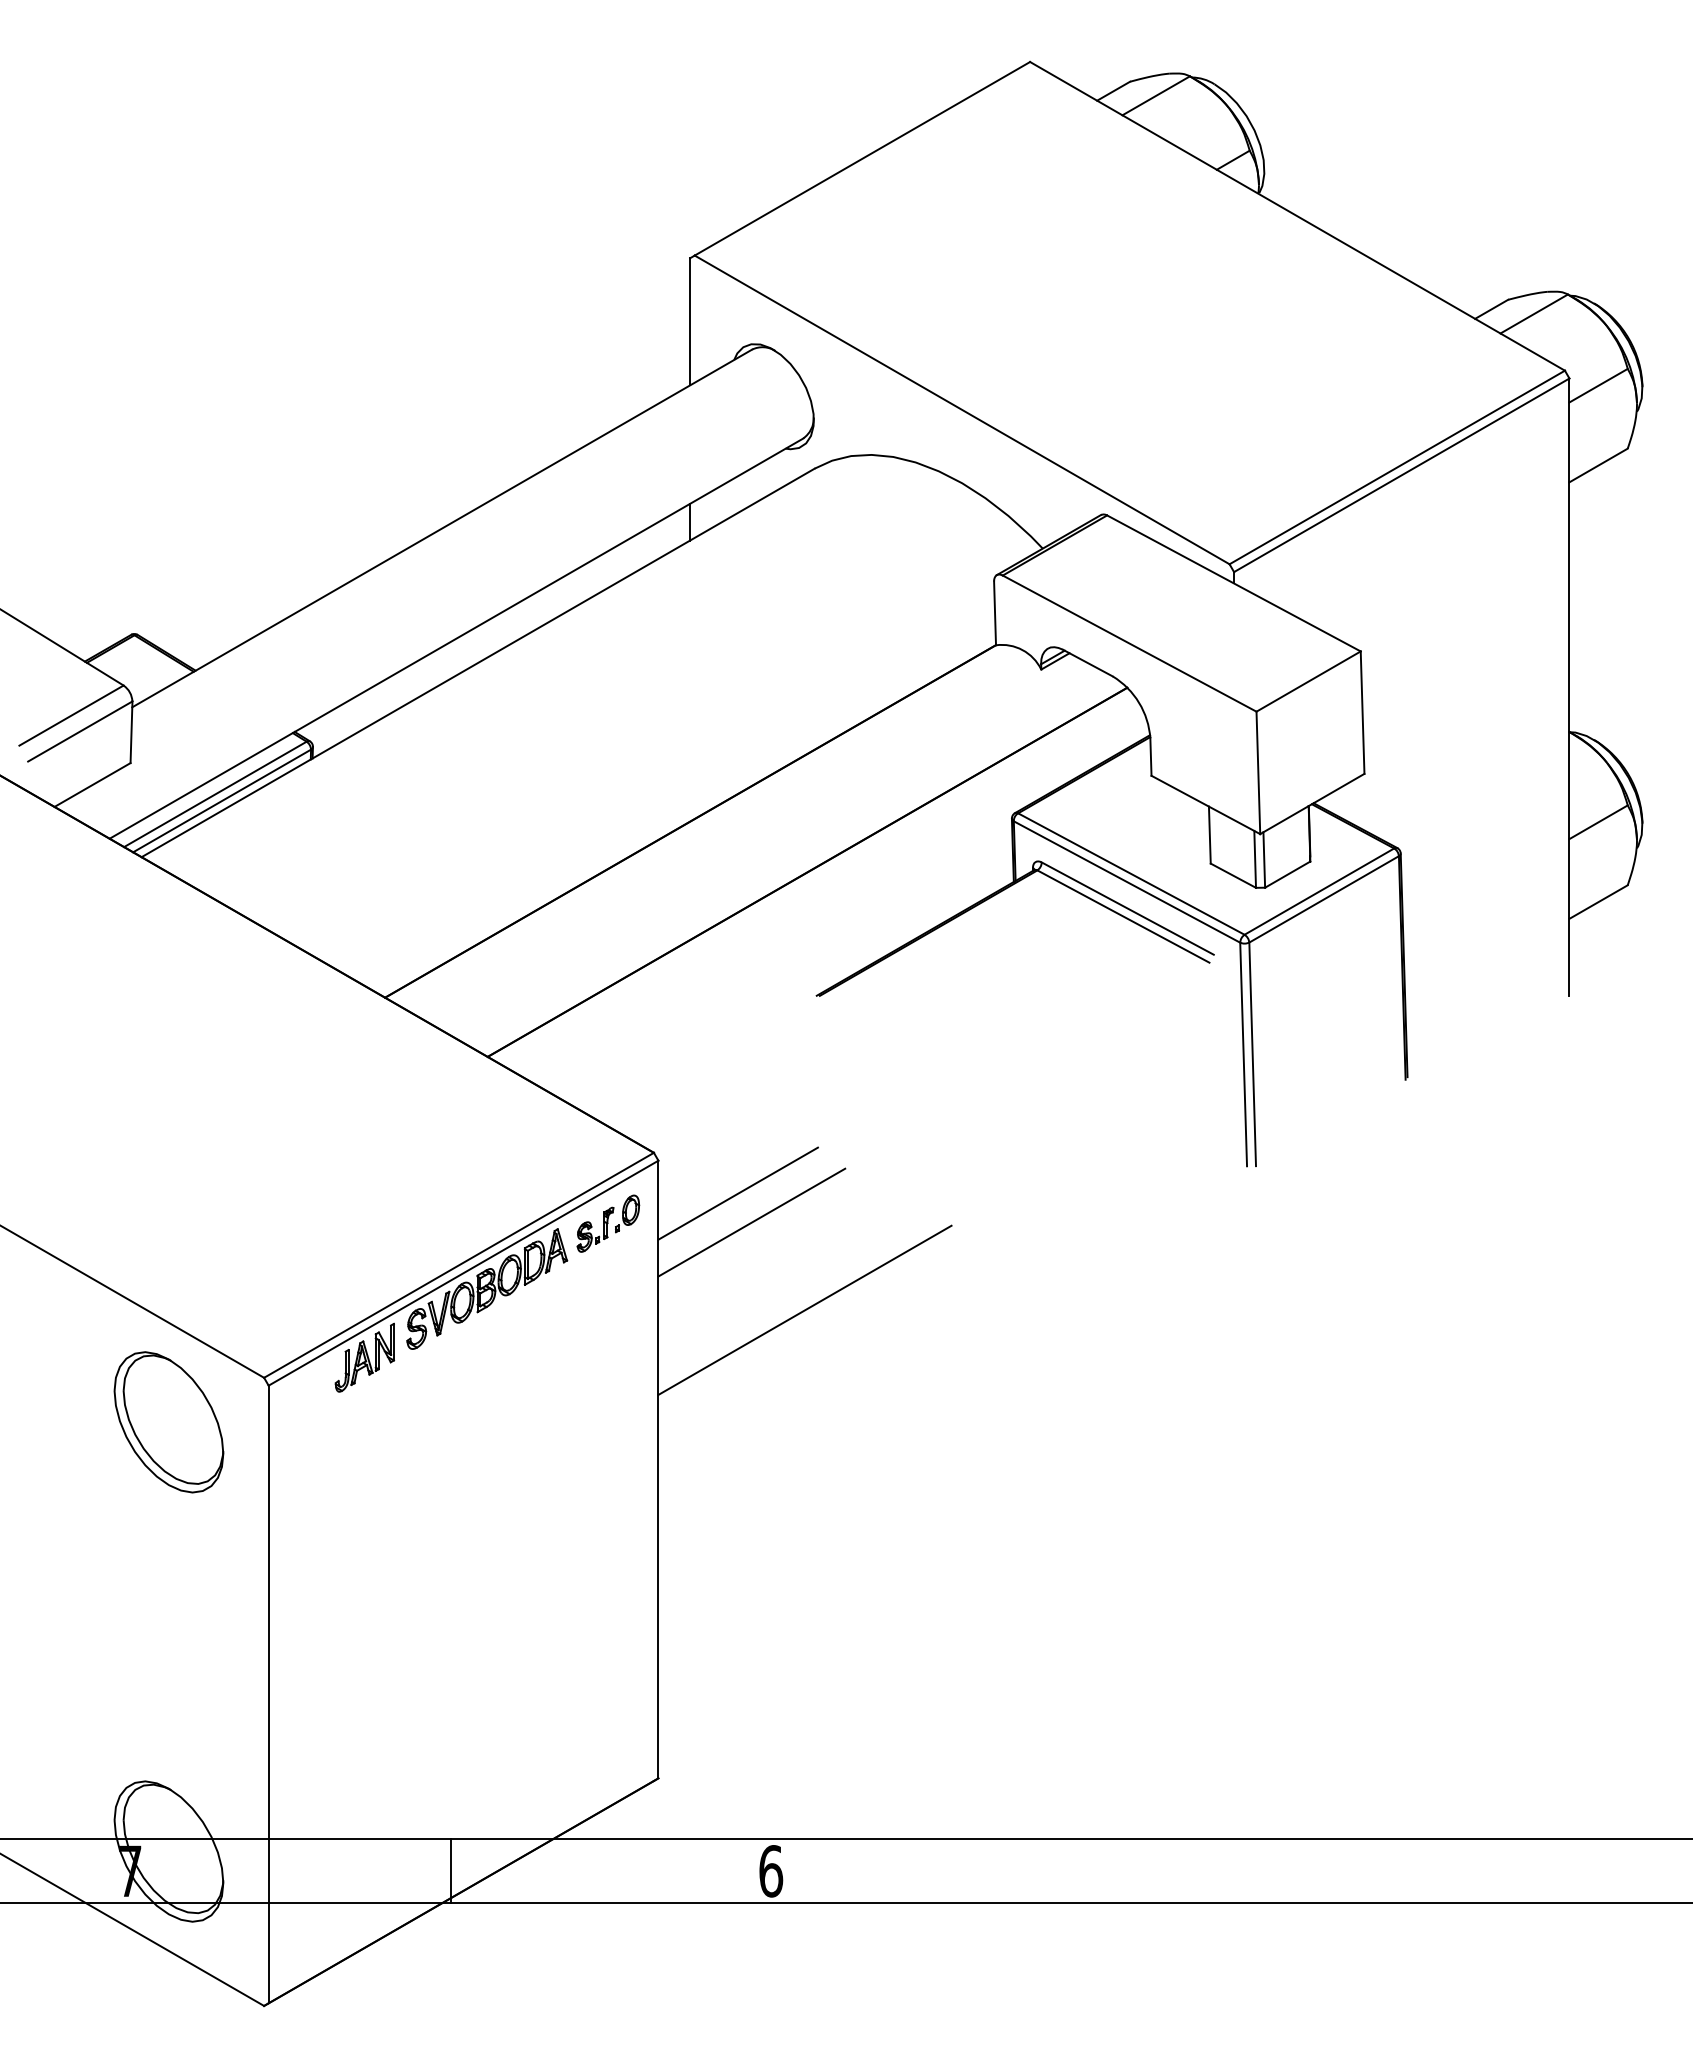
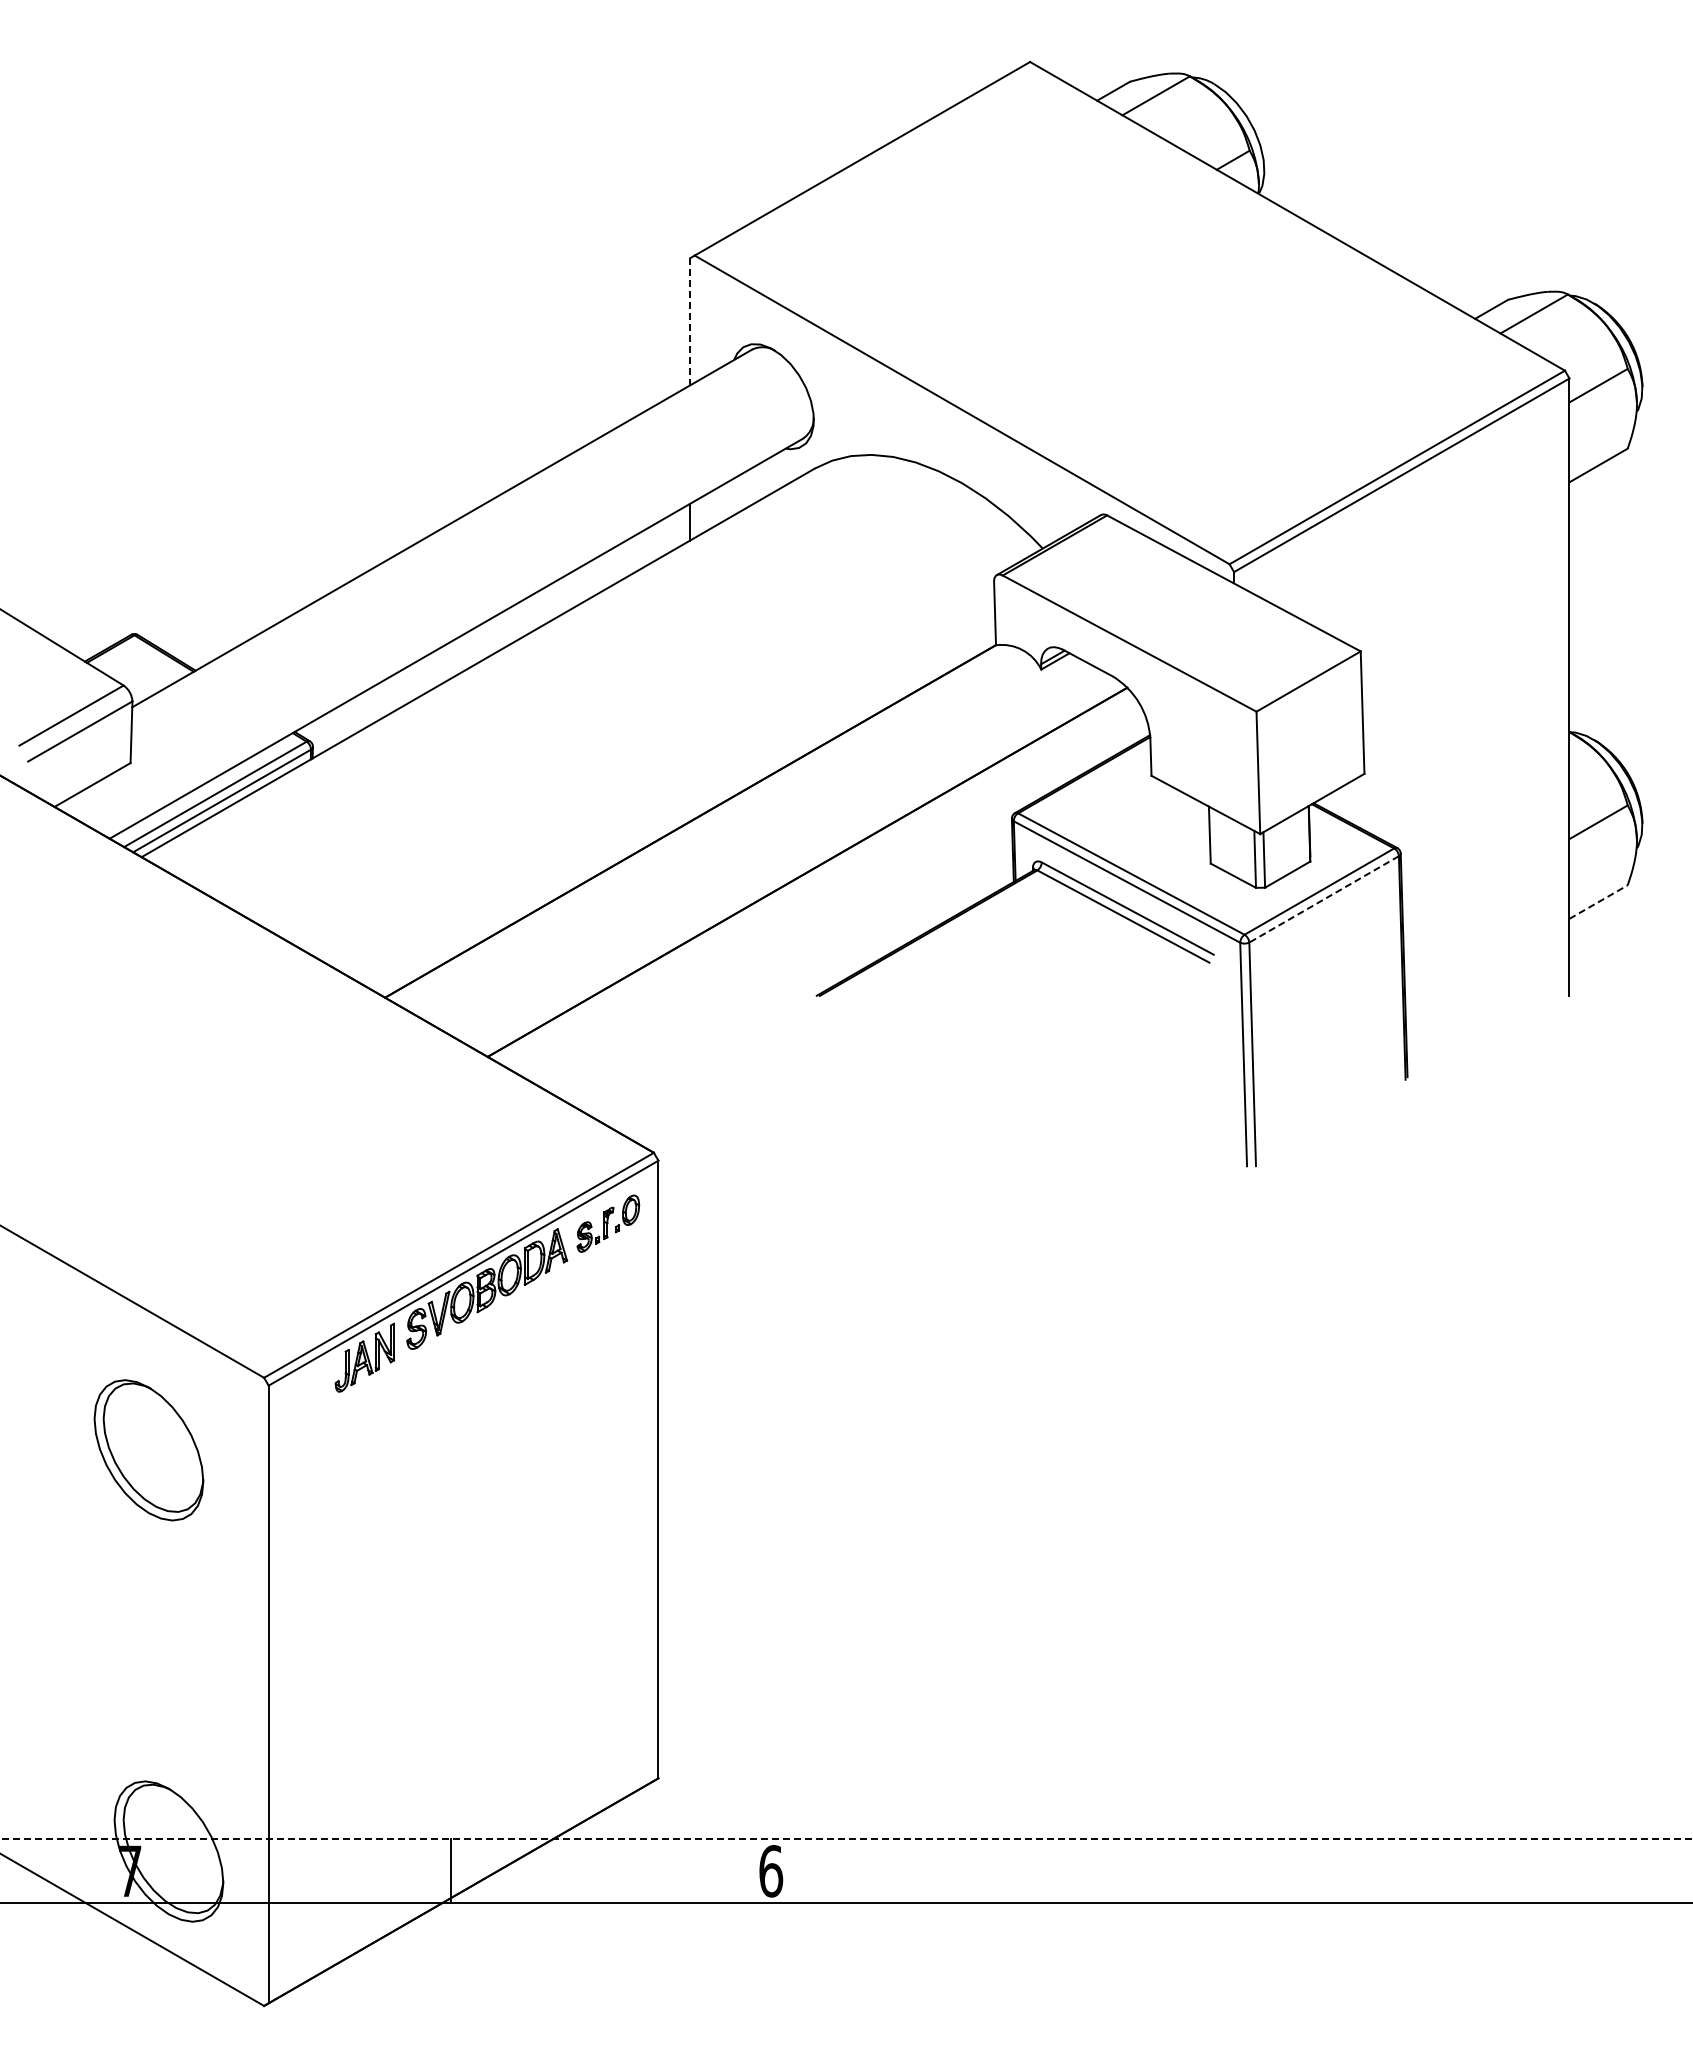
line at (690, 321): solid -> dashed
line at (1323, 899): solid -> dashed
line at (1598, 902): solid -> dashed
line at (737, 1193): present -> none
line at (751, 1222): present -> none
line at (804, 1309): present -> none
part at (168, 1422) position: (168, 1422) -> (148, 1450)
line at (846, 1839): solid -> dashed
